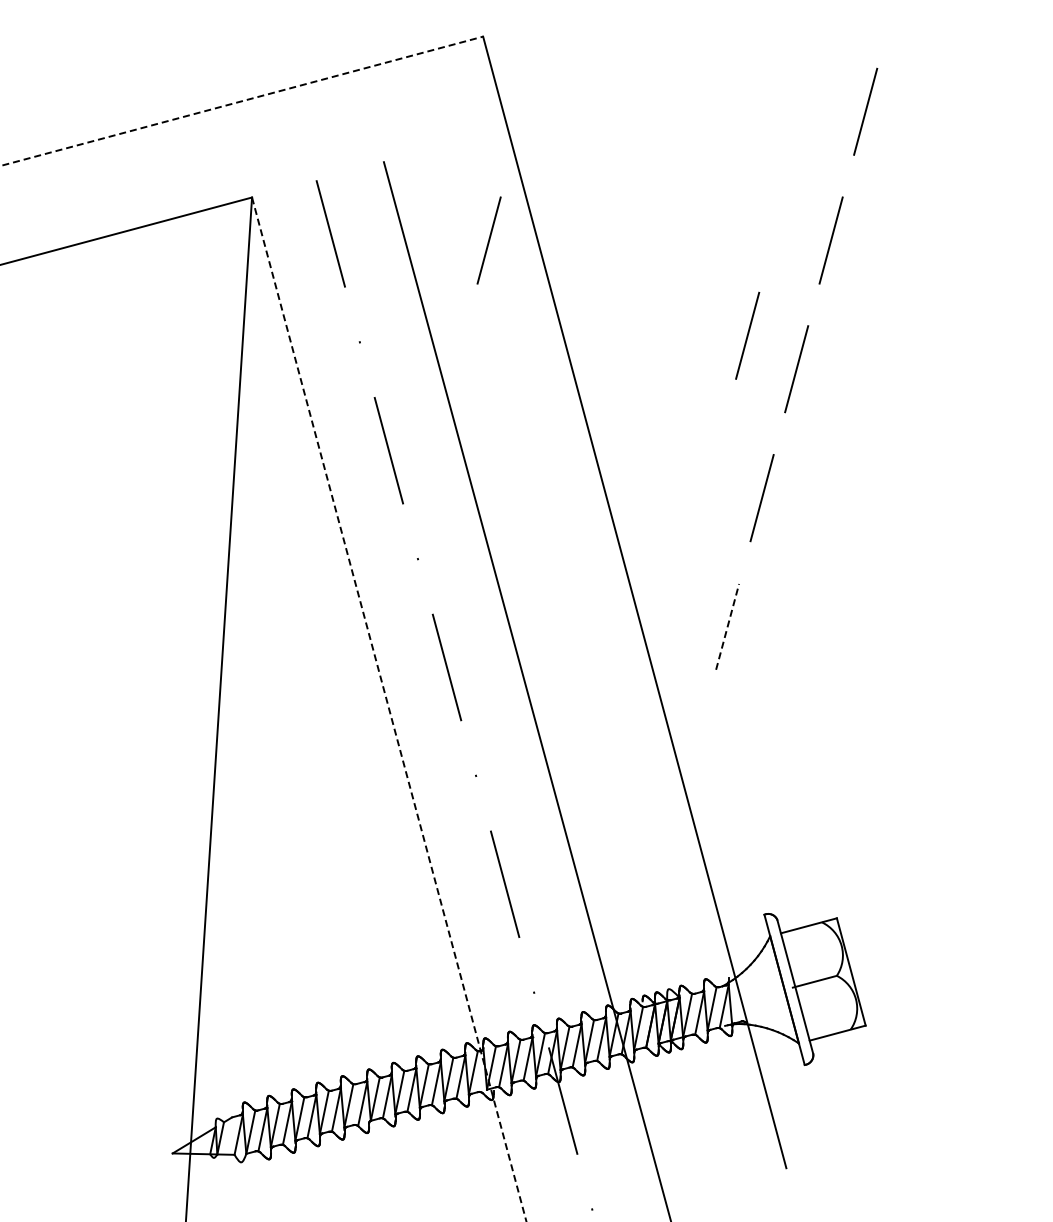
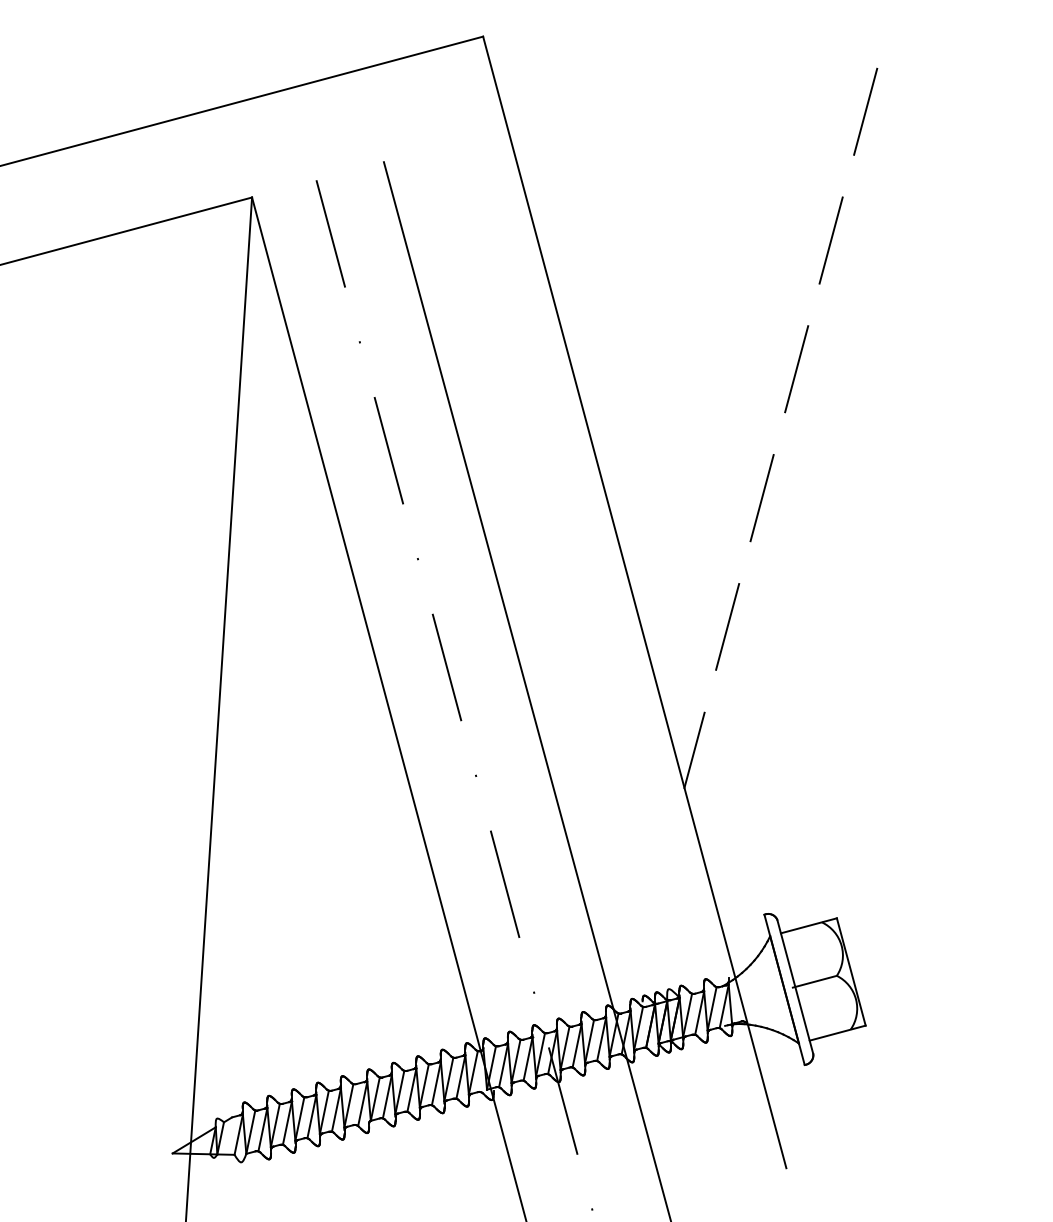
line at (241, 101): dashed -> solid
line at (488, 240): present -> none
line at (747, 335): present -> none
line at (727, 626): dashed -> solid
line at (389, 709): dashed -> solid
line at (694, 749): none -> present
